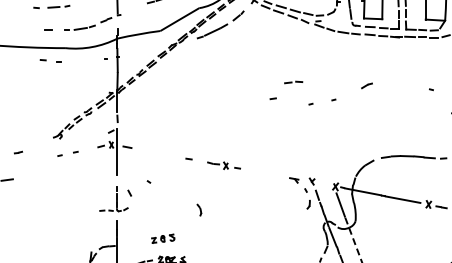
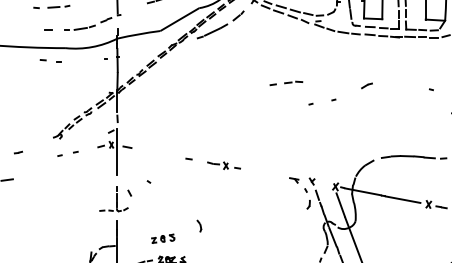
line at (272, 98) position: (272, 98) -> (272, 84)
part at (199, 209) position: (199, 209) -> (199, 225)
line at (353, 240): dashed -> solid
